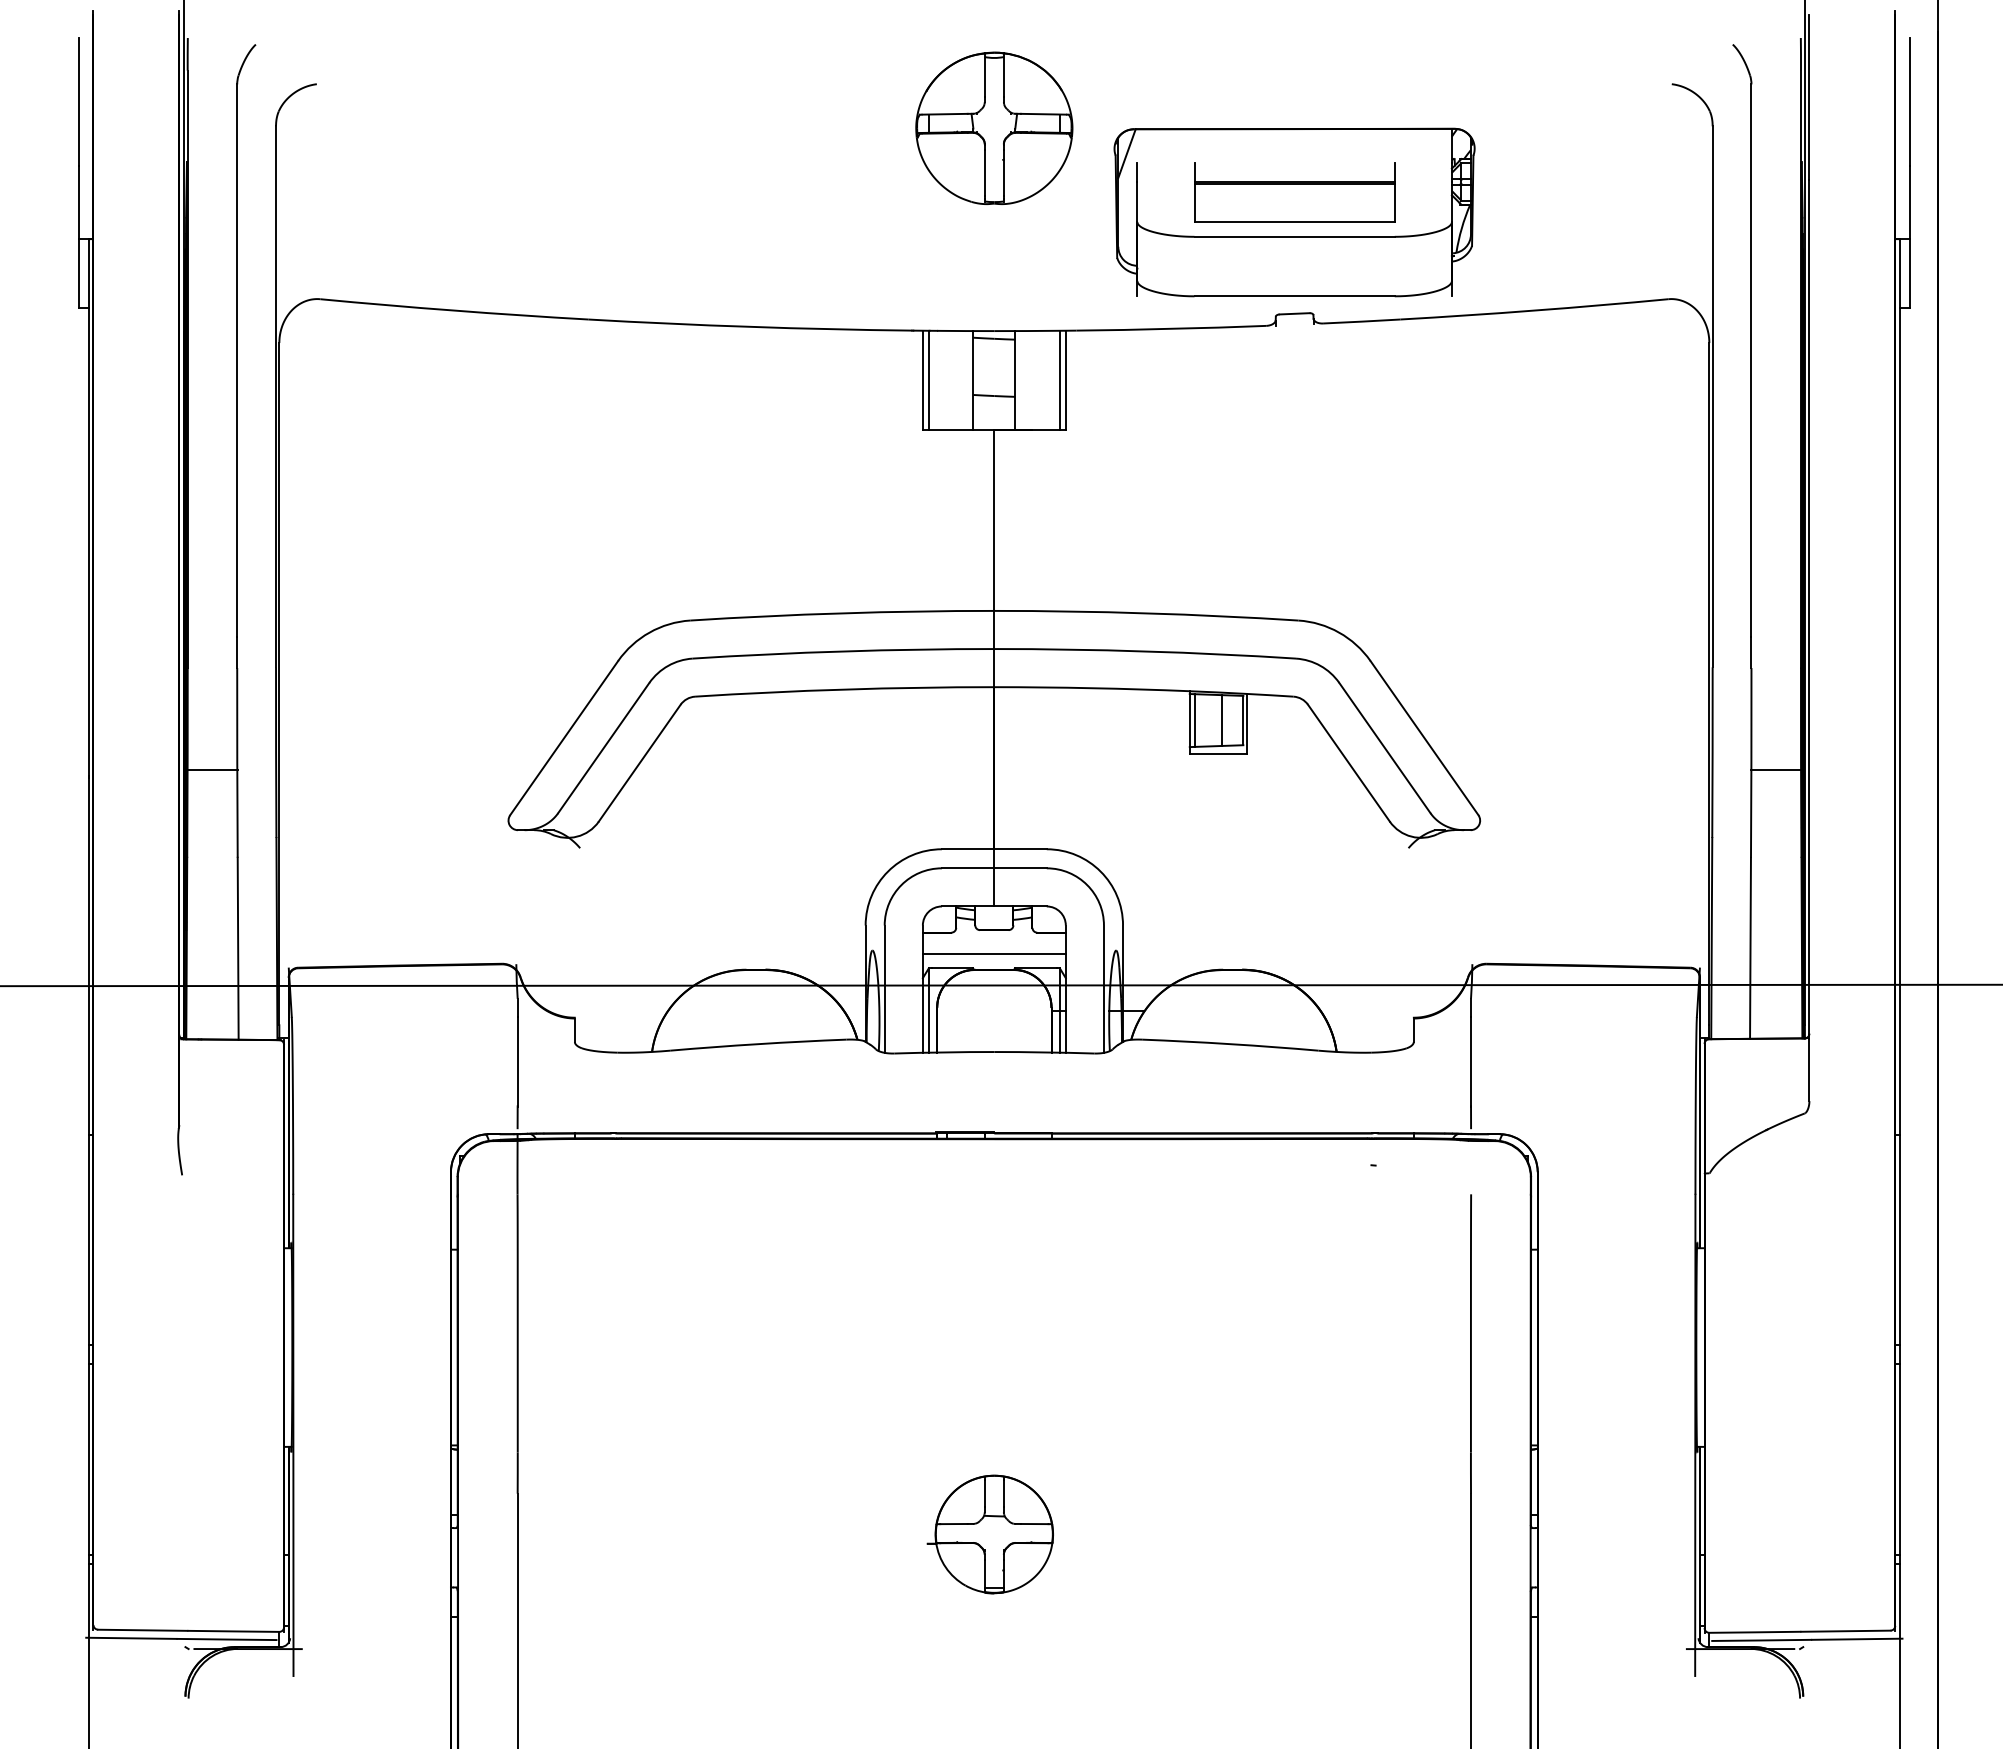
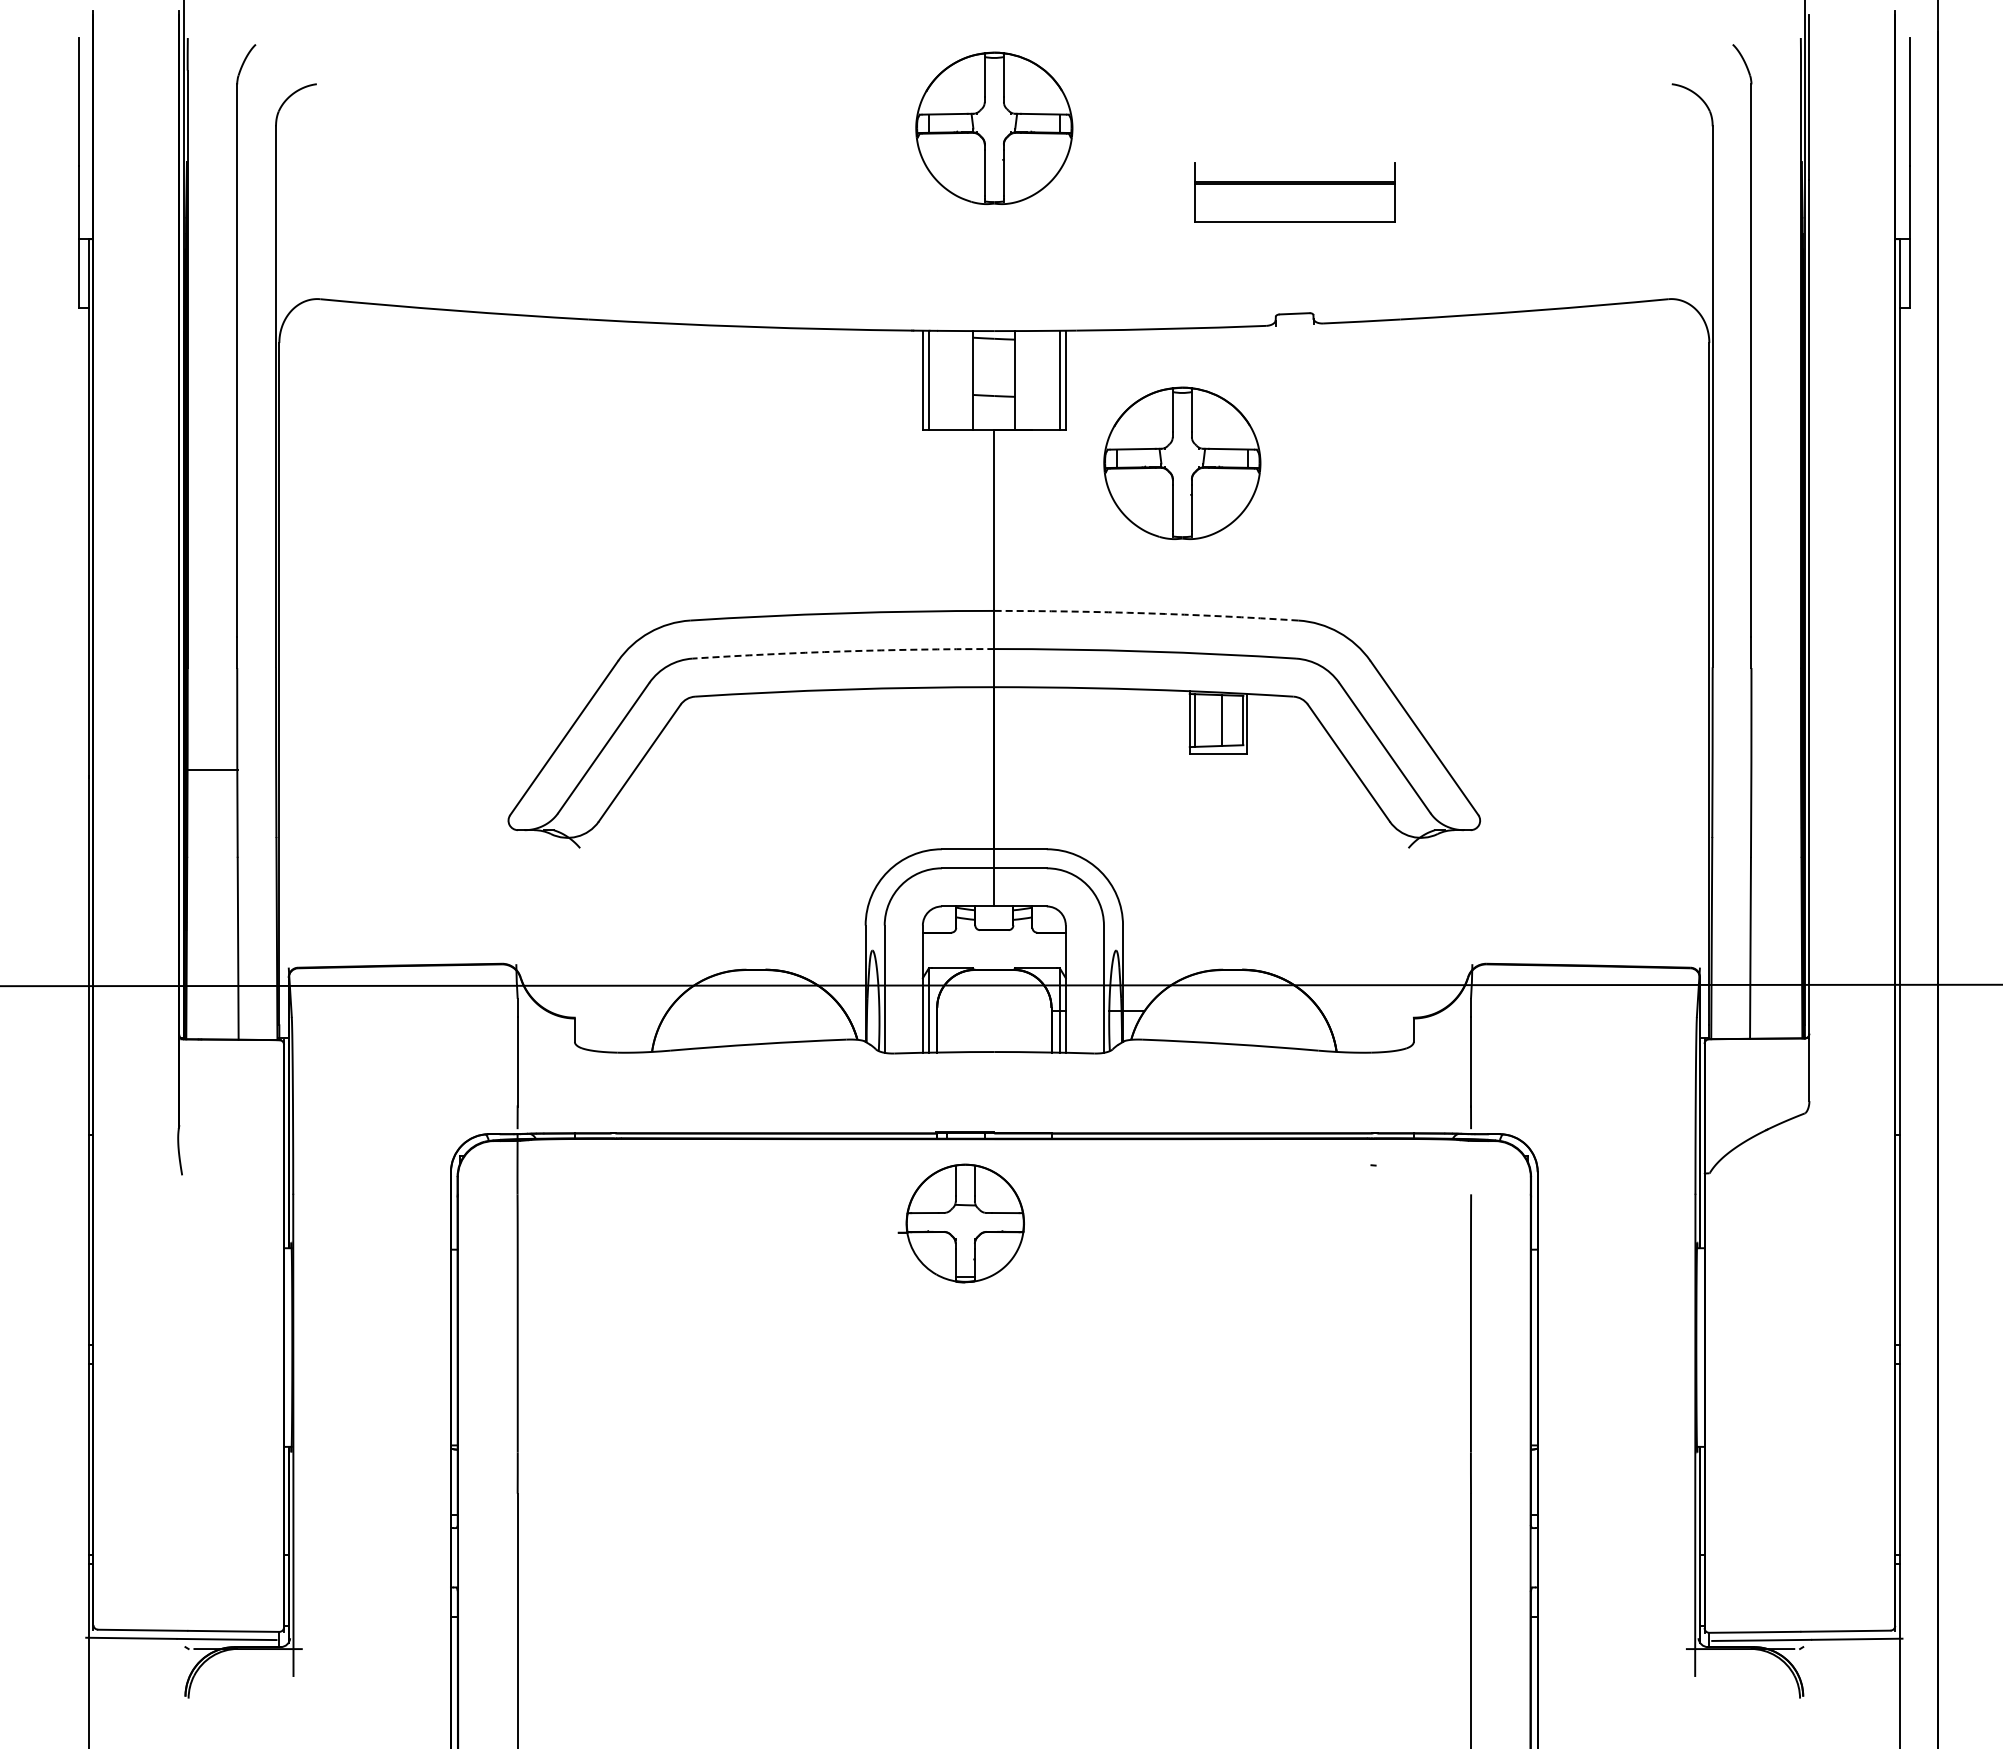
part at (1294, 212): present -> none
part at (1182, 462): none -> present
arc at (1146, 613): solid -> dashed
arc at (843, 651): solid -> dashed
line at (1775, 770): present -> none
line at (993, 954): present -> none
part at (989, 1534) position: (989, 1534) -> (960, 1223)
